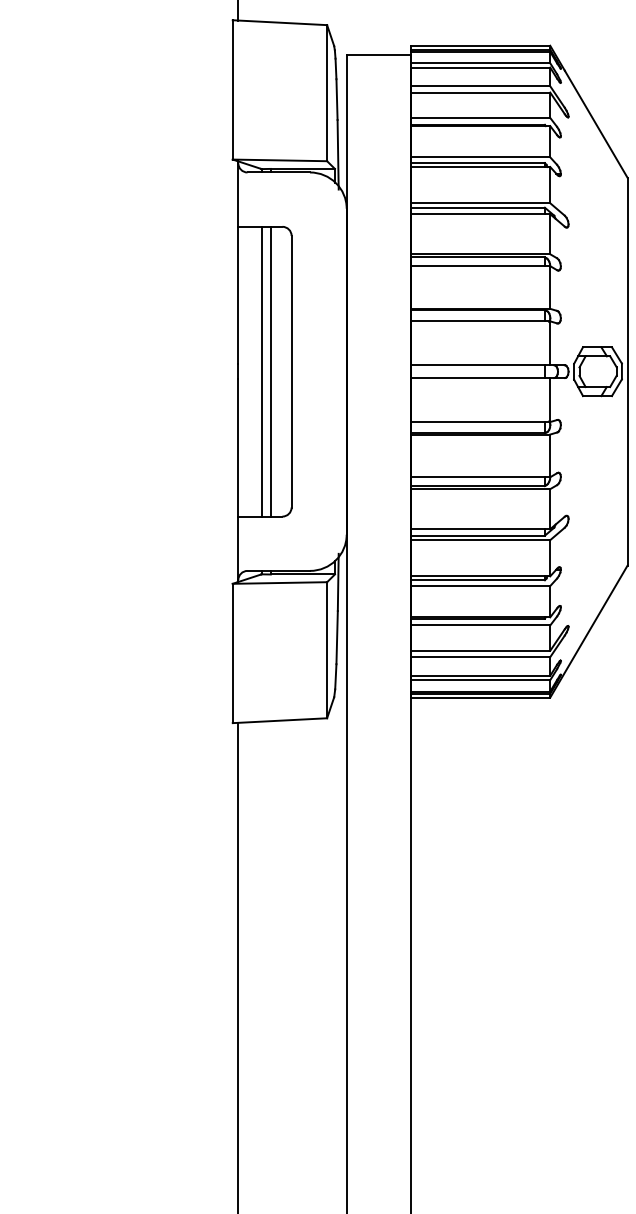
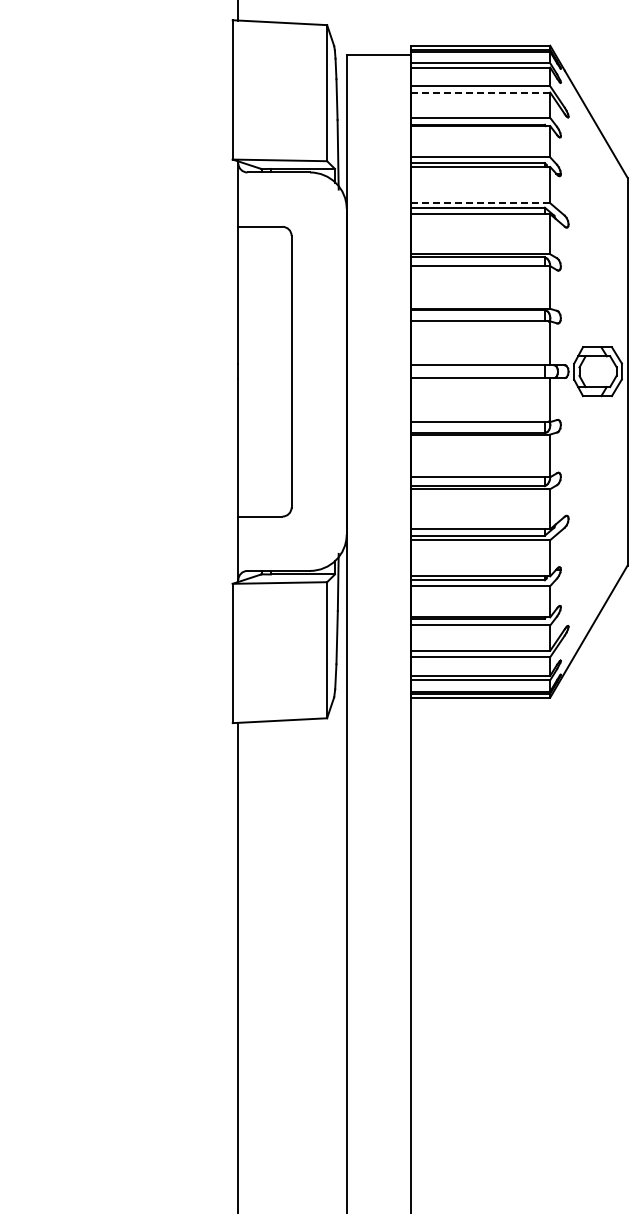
line at (480, 92): solid -> dashed
line at (480, 203): solid -> dashed
line at (261, 371): present -> none
line at (270, 371): present -> none
